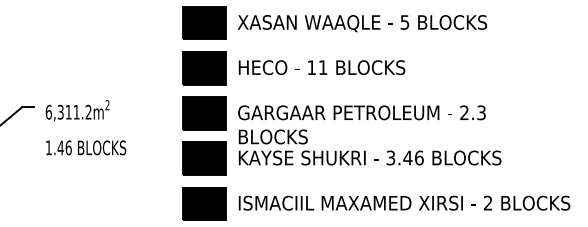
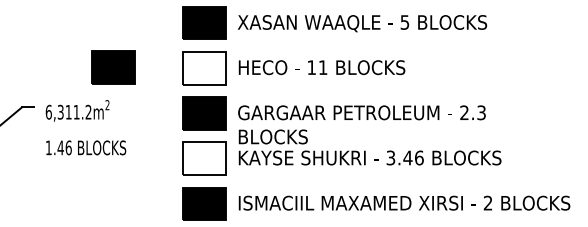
part at (113, 67): none -> present
fill at (204, 68): present -> none
fill at (204, 158): present -> none
